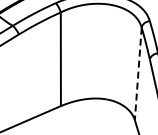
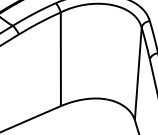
line at (138, 74): dashed -> solid
